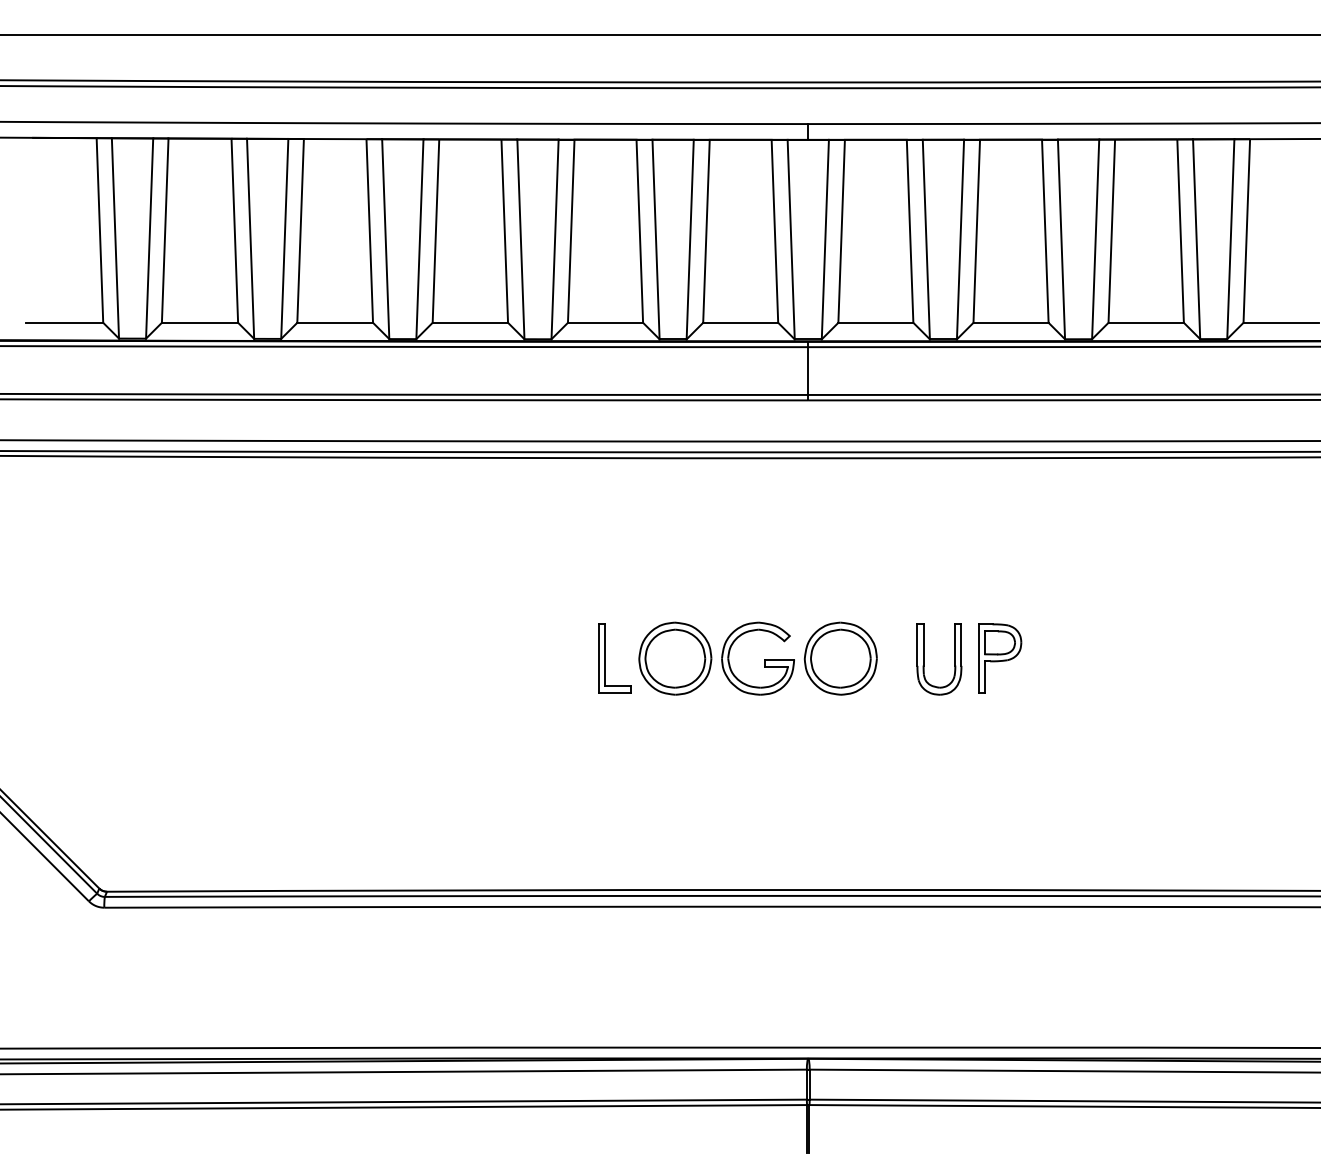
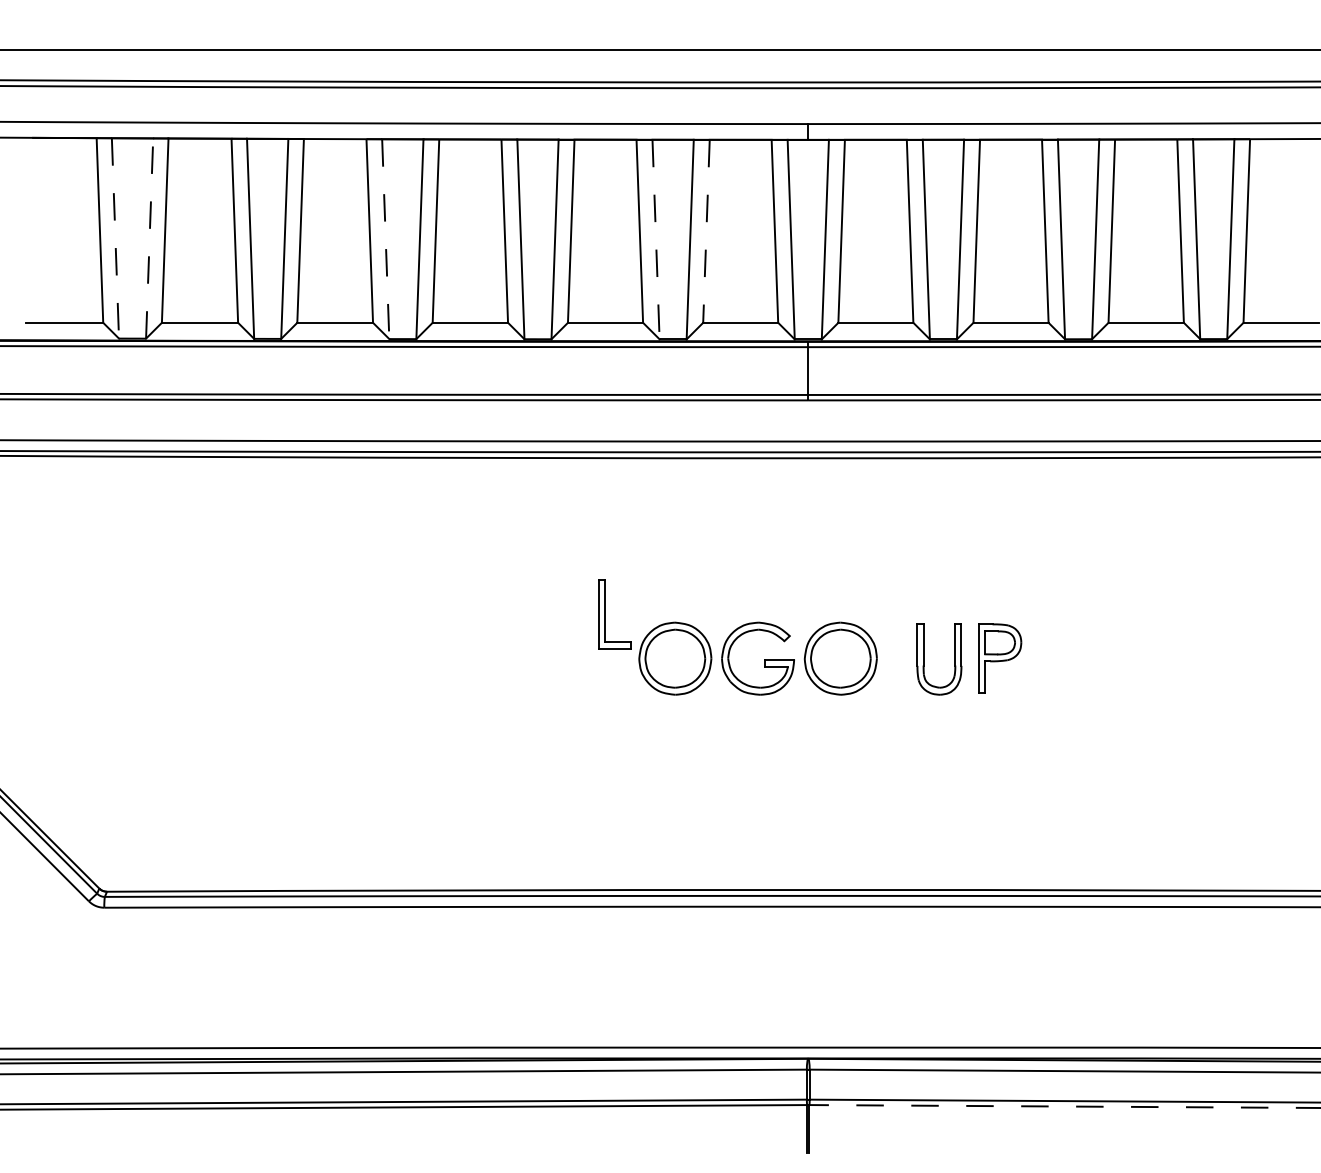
line at (659, 35) position: (659, 35) -> (659, 50)
line at (706, 231): solid -> dashed
line at (115, 238): solid -> dashed
line at (149, 238): solid -> dashed
line at (385, 239): solid -> dashed
line at (656, 239): solid -> dashed
part at (605, 658) position: (605, 658) -> (605, 614)
line at (1064, 1106): solid -> dashed
